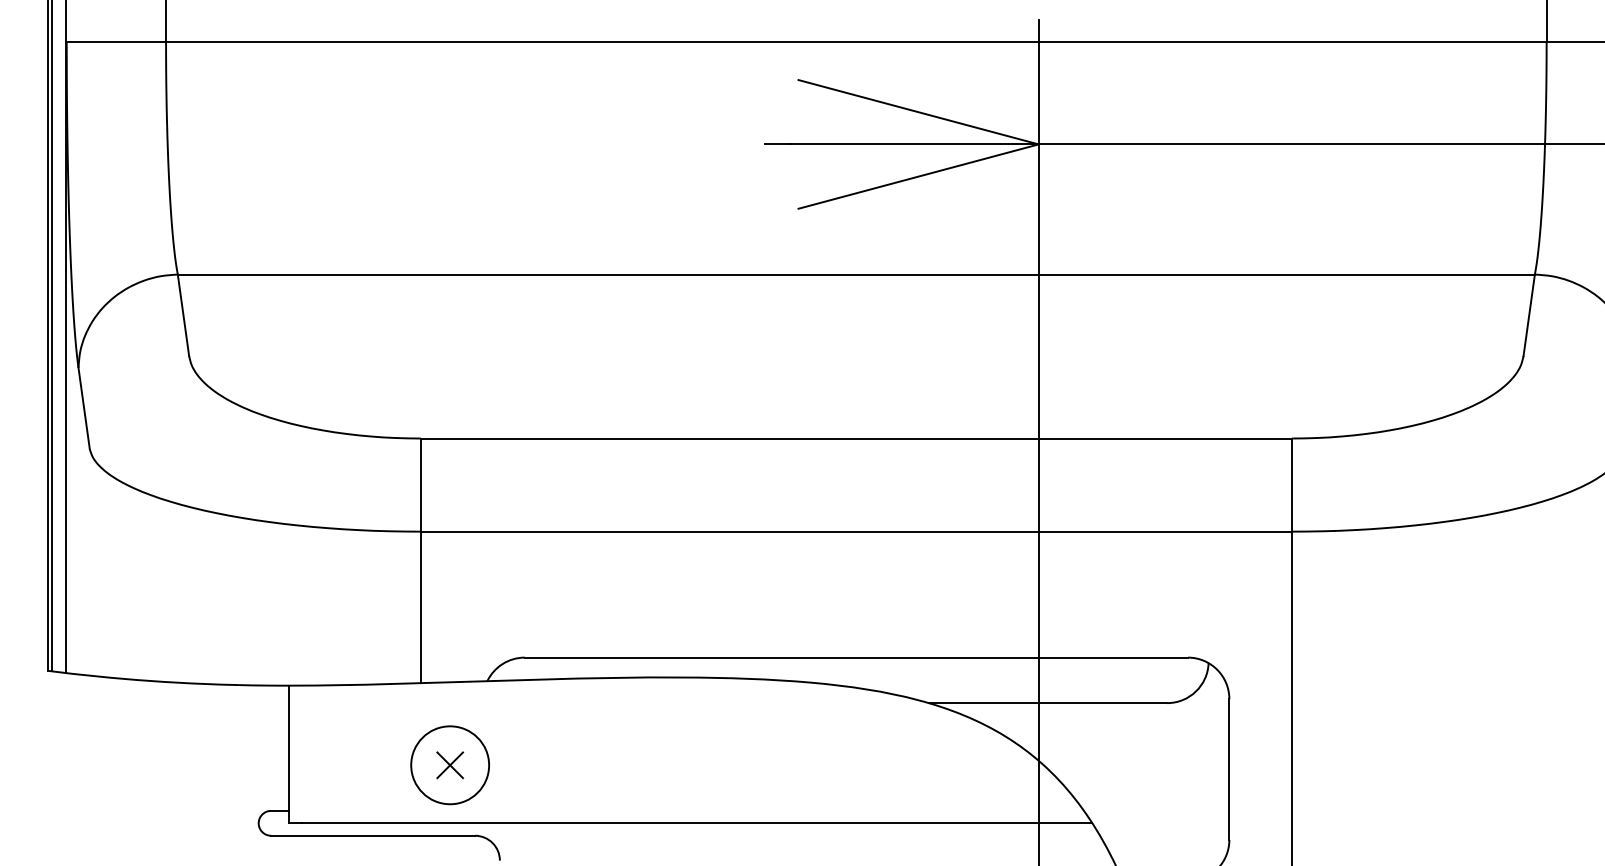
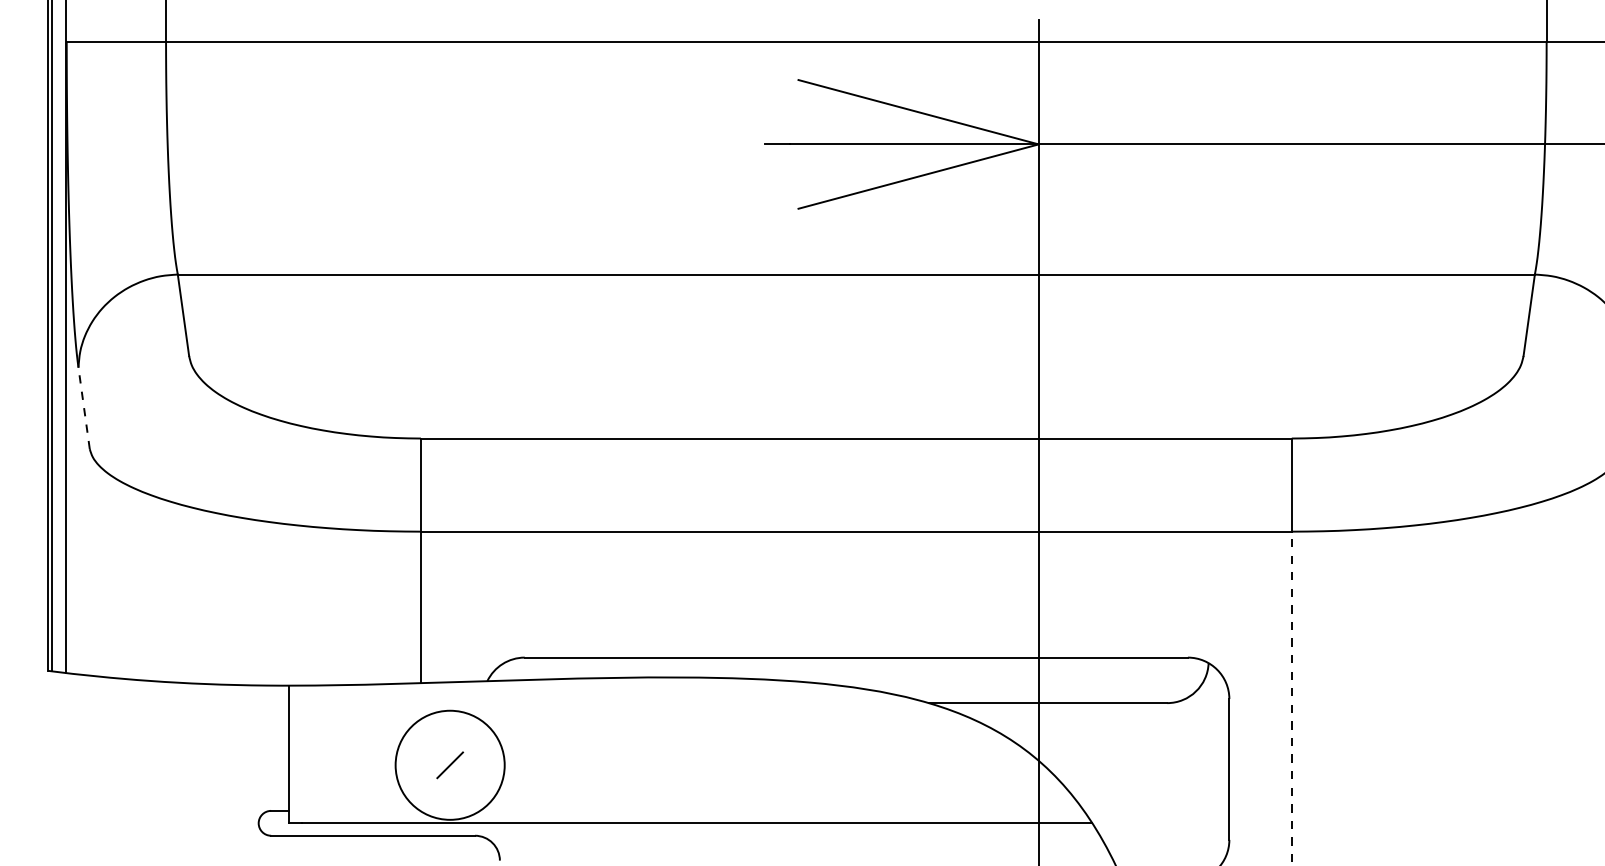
line at (84, 407): solid -> dashed
line at (1291, 698): solid -> dashed
line at (449, 765): present -> none
circle at (450, 765) diameter: 78 px -> 109 px
